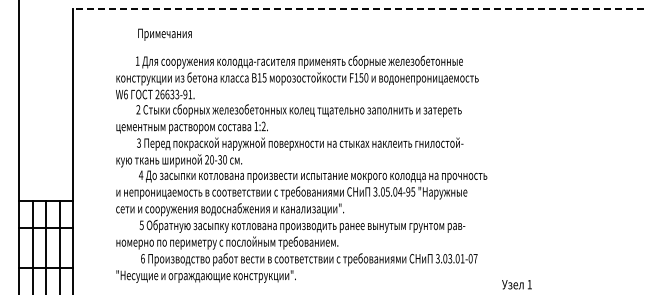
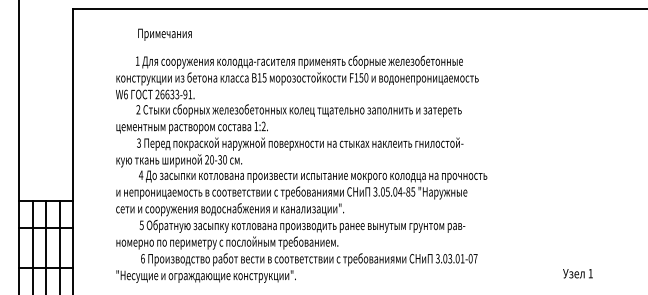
line at (359, 8): dashed -> solid
text at (408, 191): 3.05.04-95 -> 3.05.04-85
text at (516, 284) position: (516, 284) -> (577, 273)
